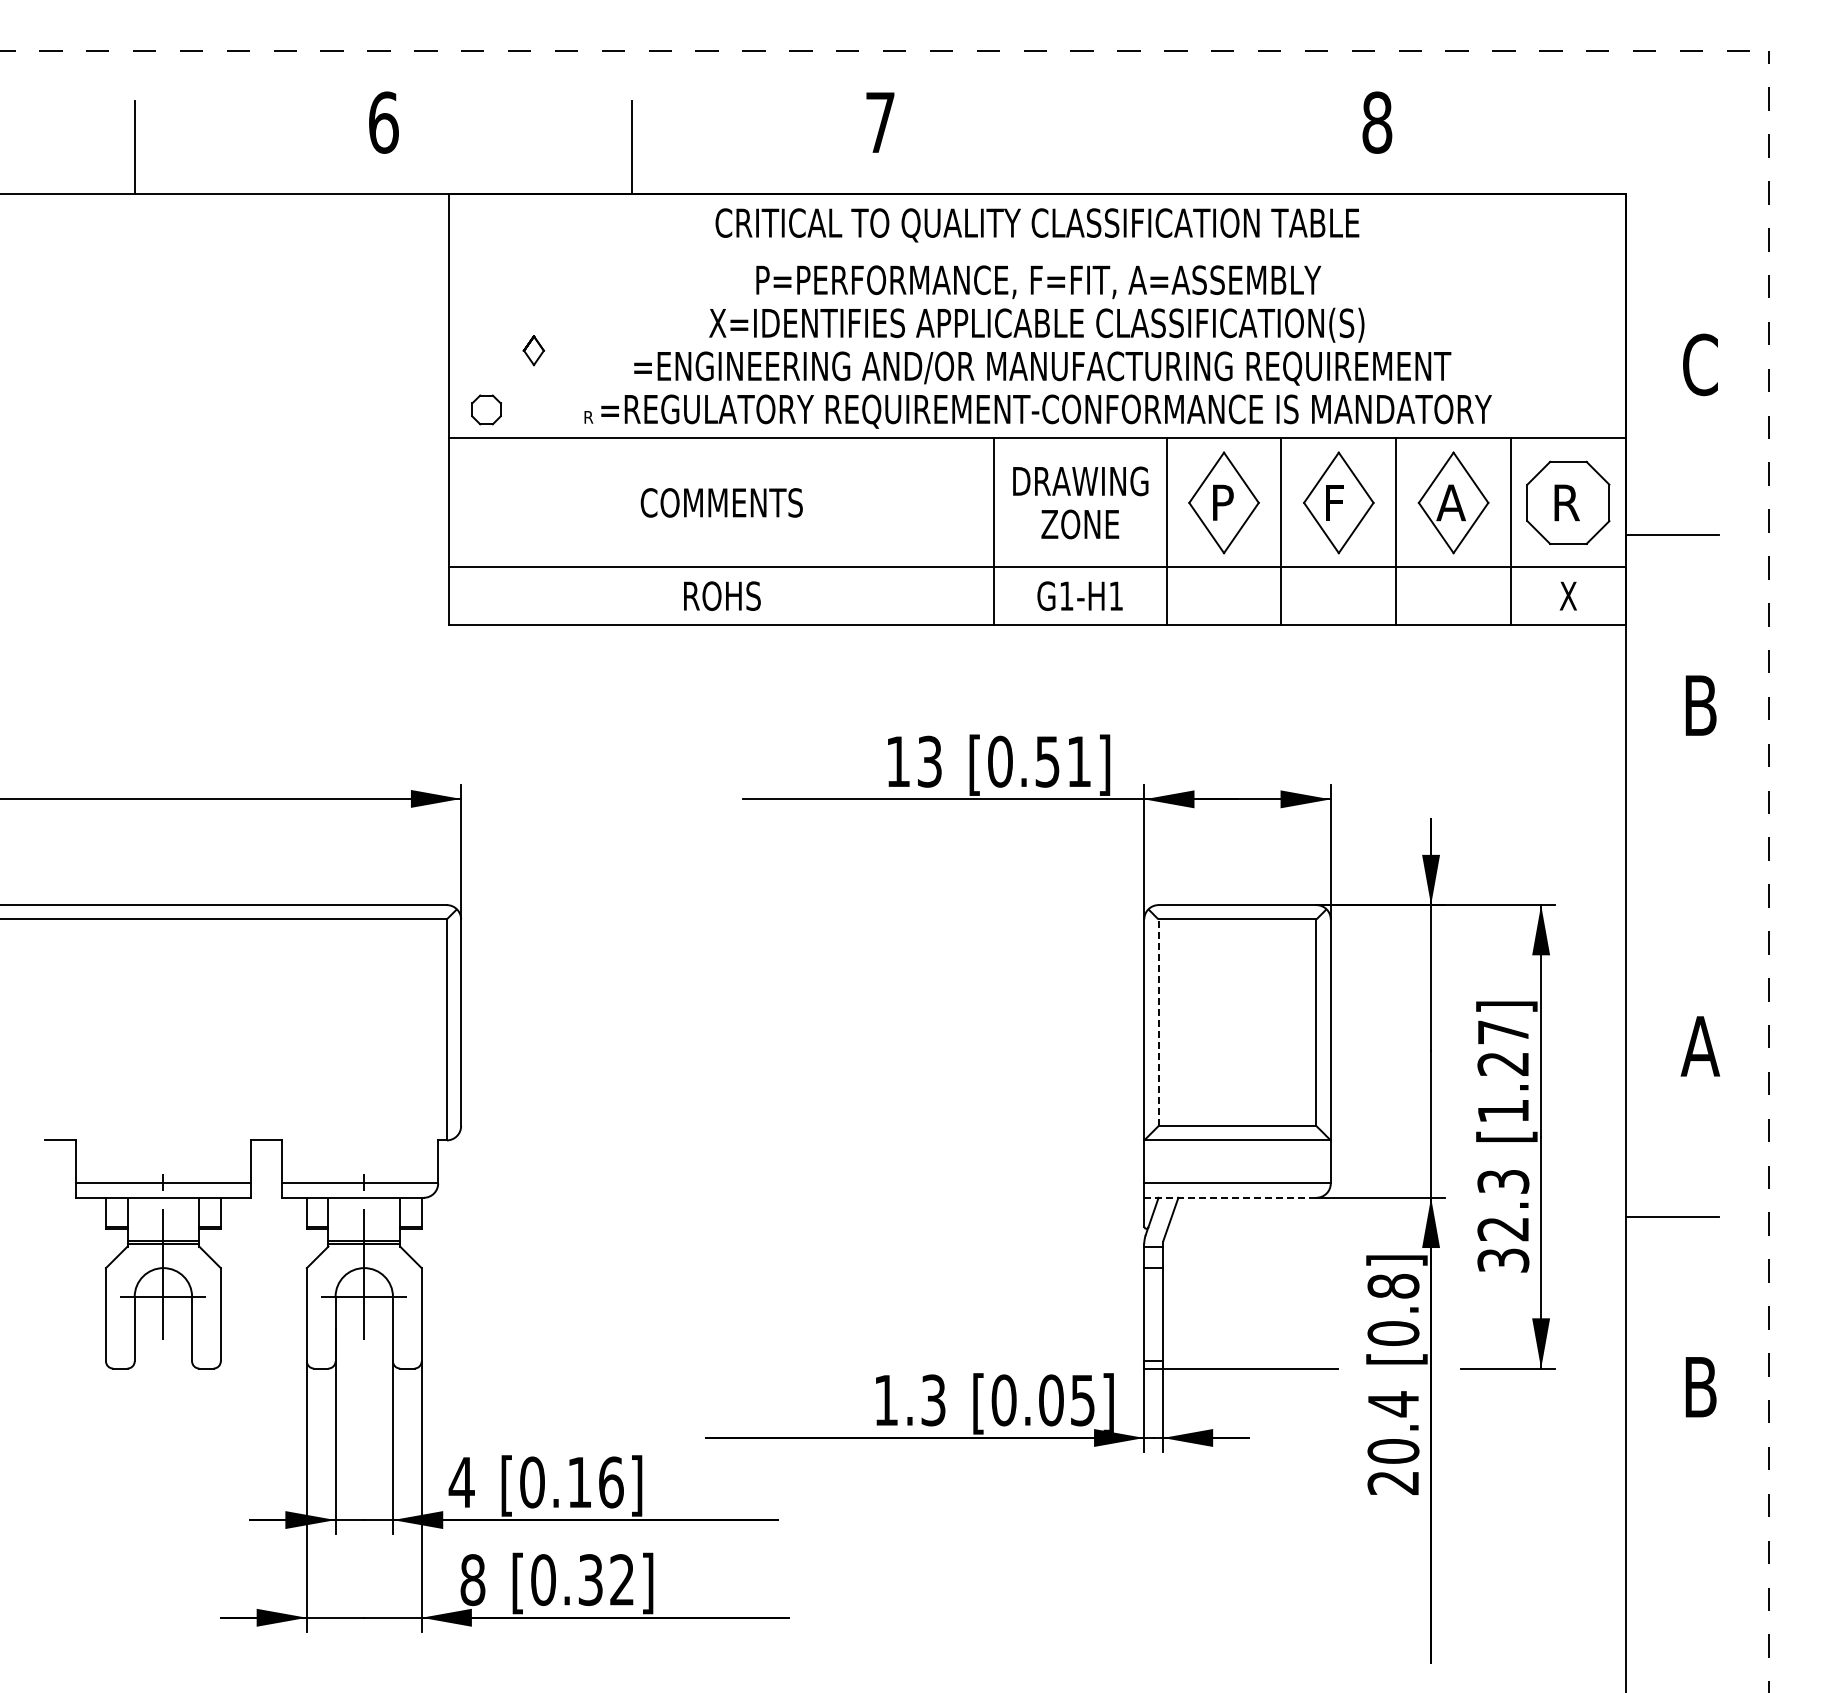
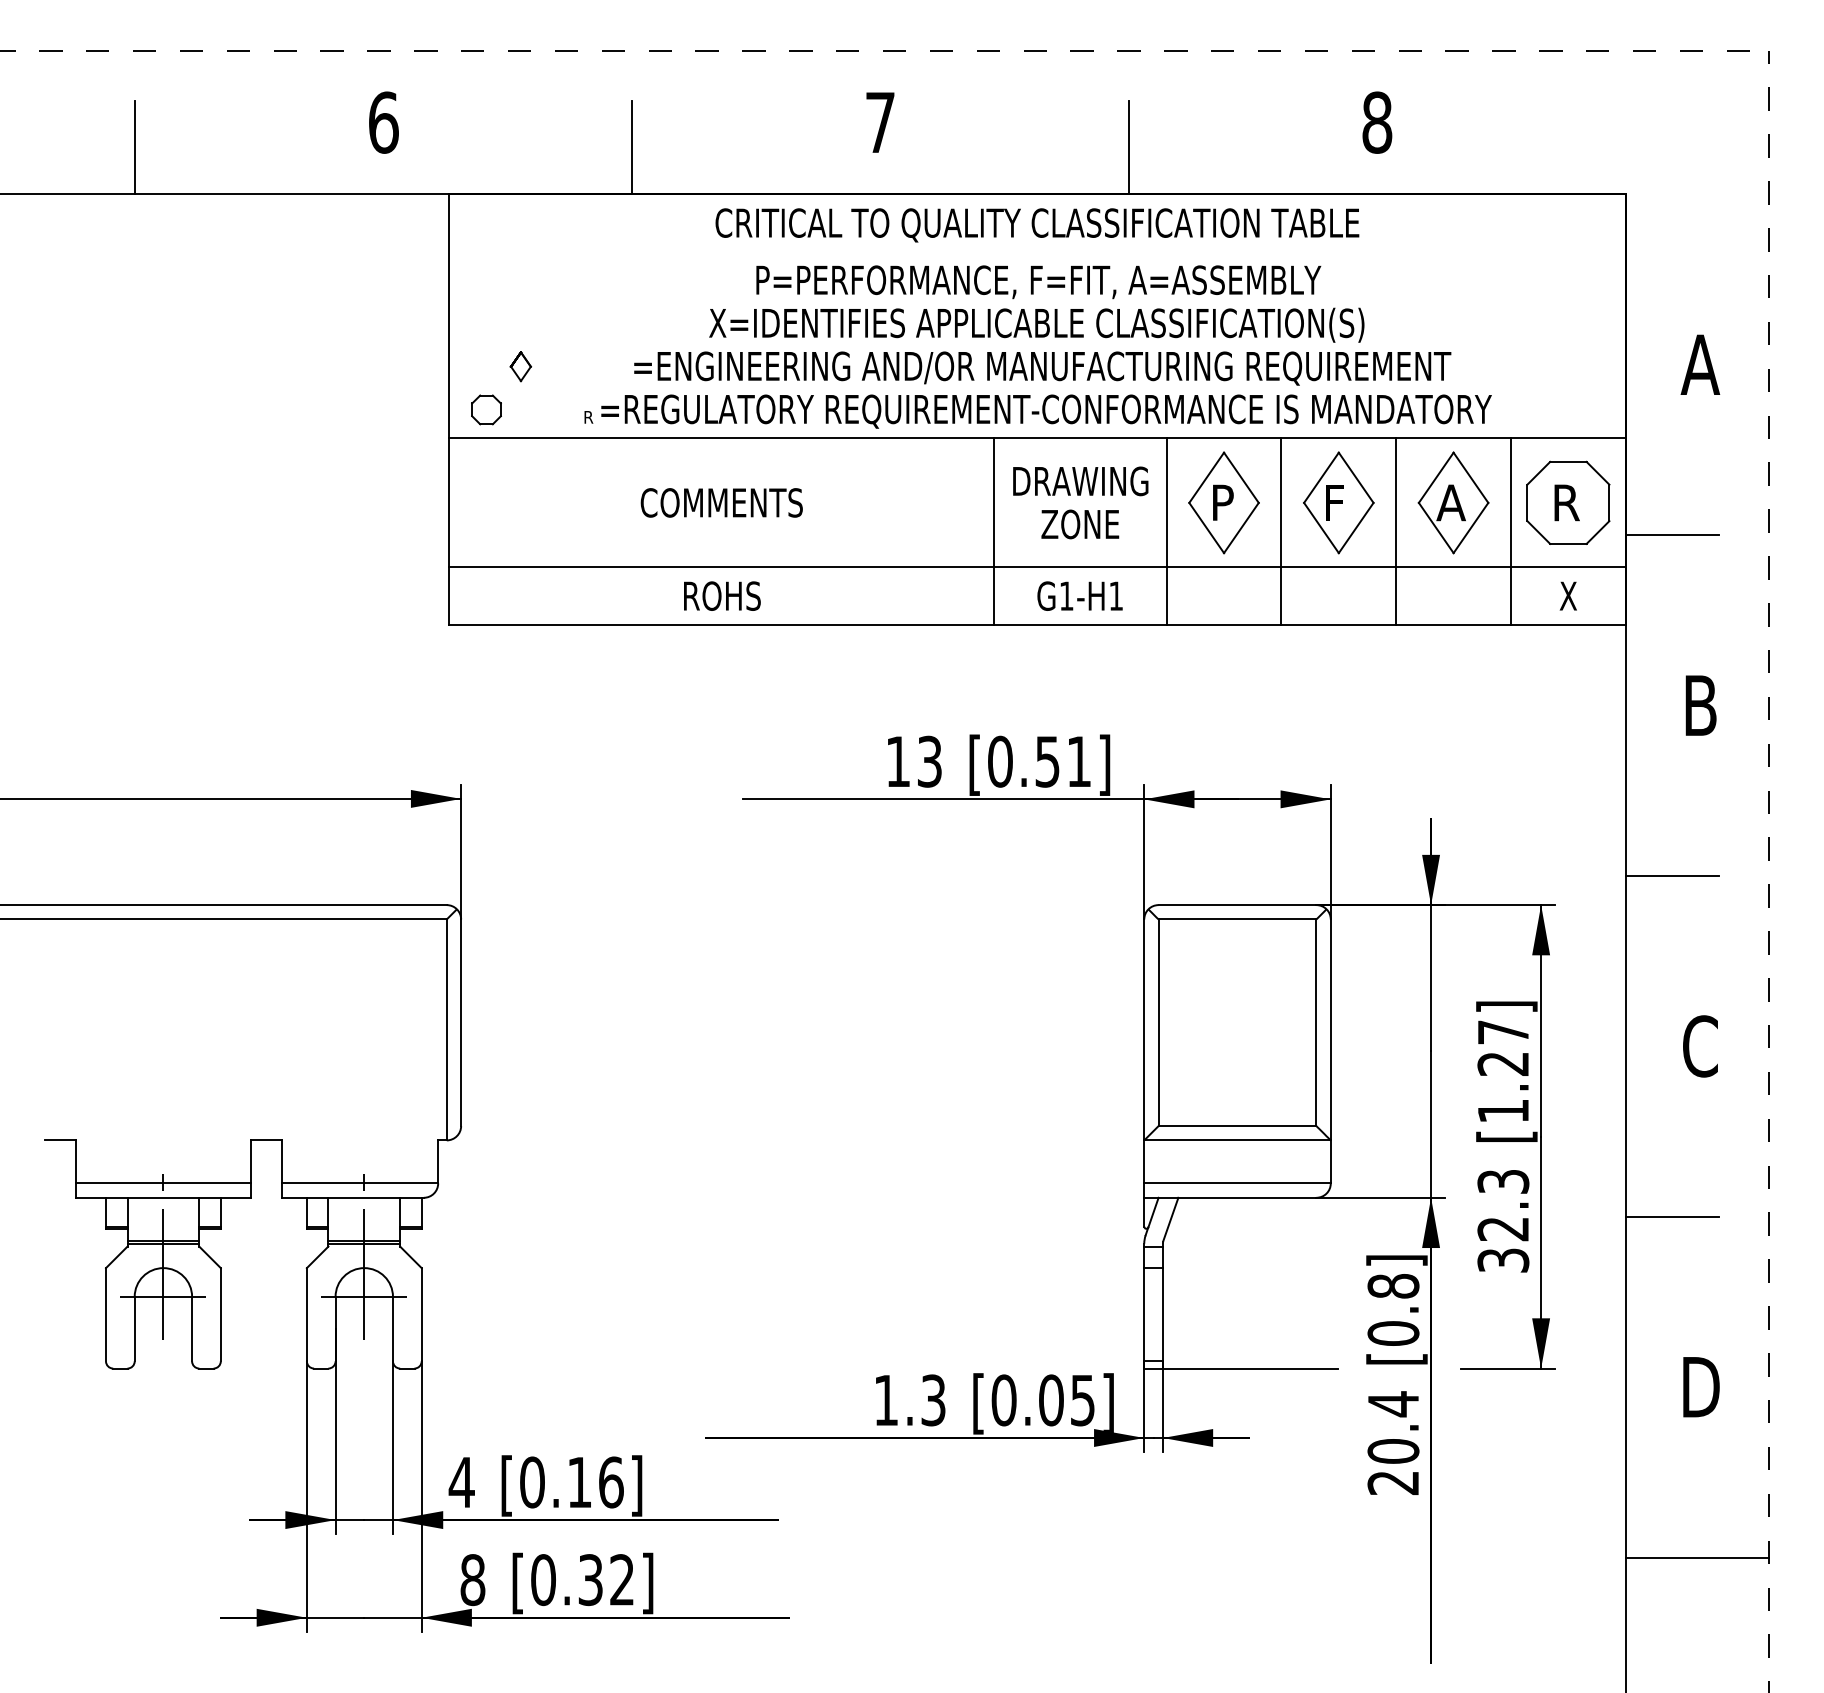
line at (1129, 147): none -> present
part at (533, 350) position: (533, 350) -> (520, 366)
text at (1700, 364): C -> A
line at (1672, 875): none -> present
line at (1158, 1022): dashed -> solid
text at (1700, 1046): A -> C
line at (1230, 1197): dashed -> solid
text at (1701, 1387): B -> D
line at (1697, 1557): none -> present
